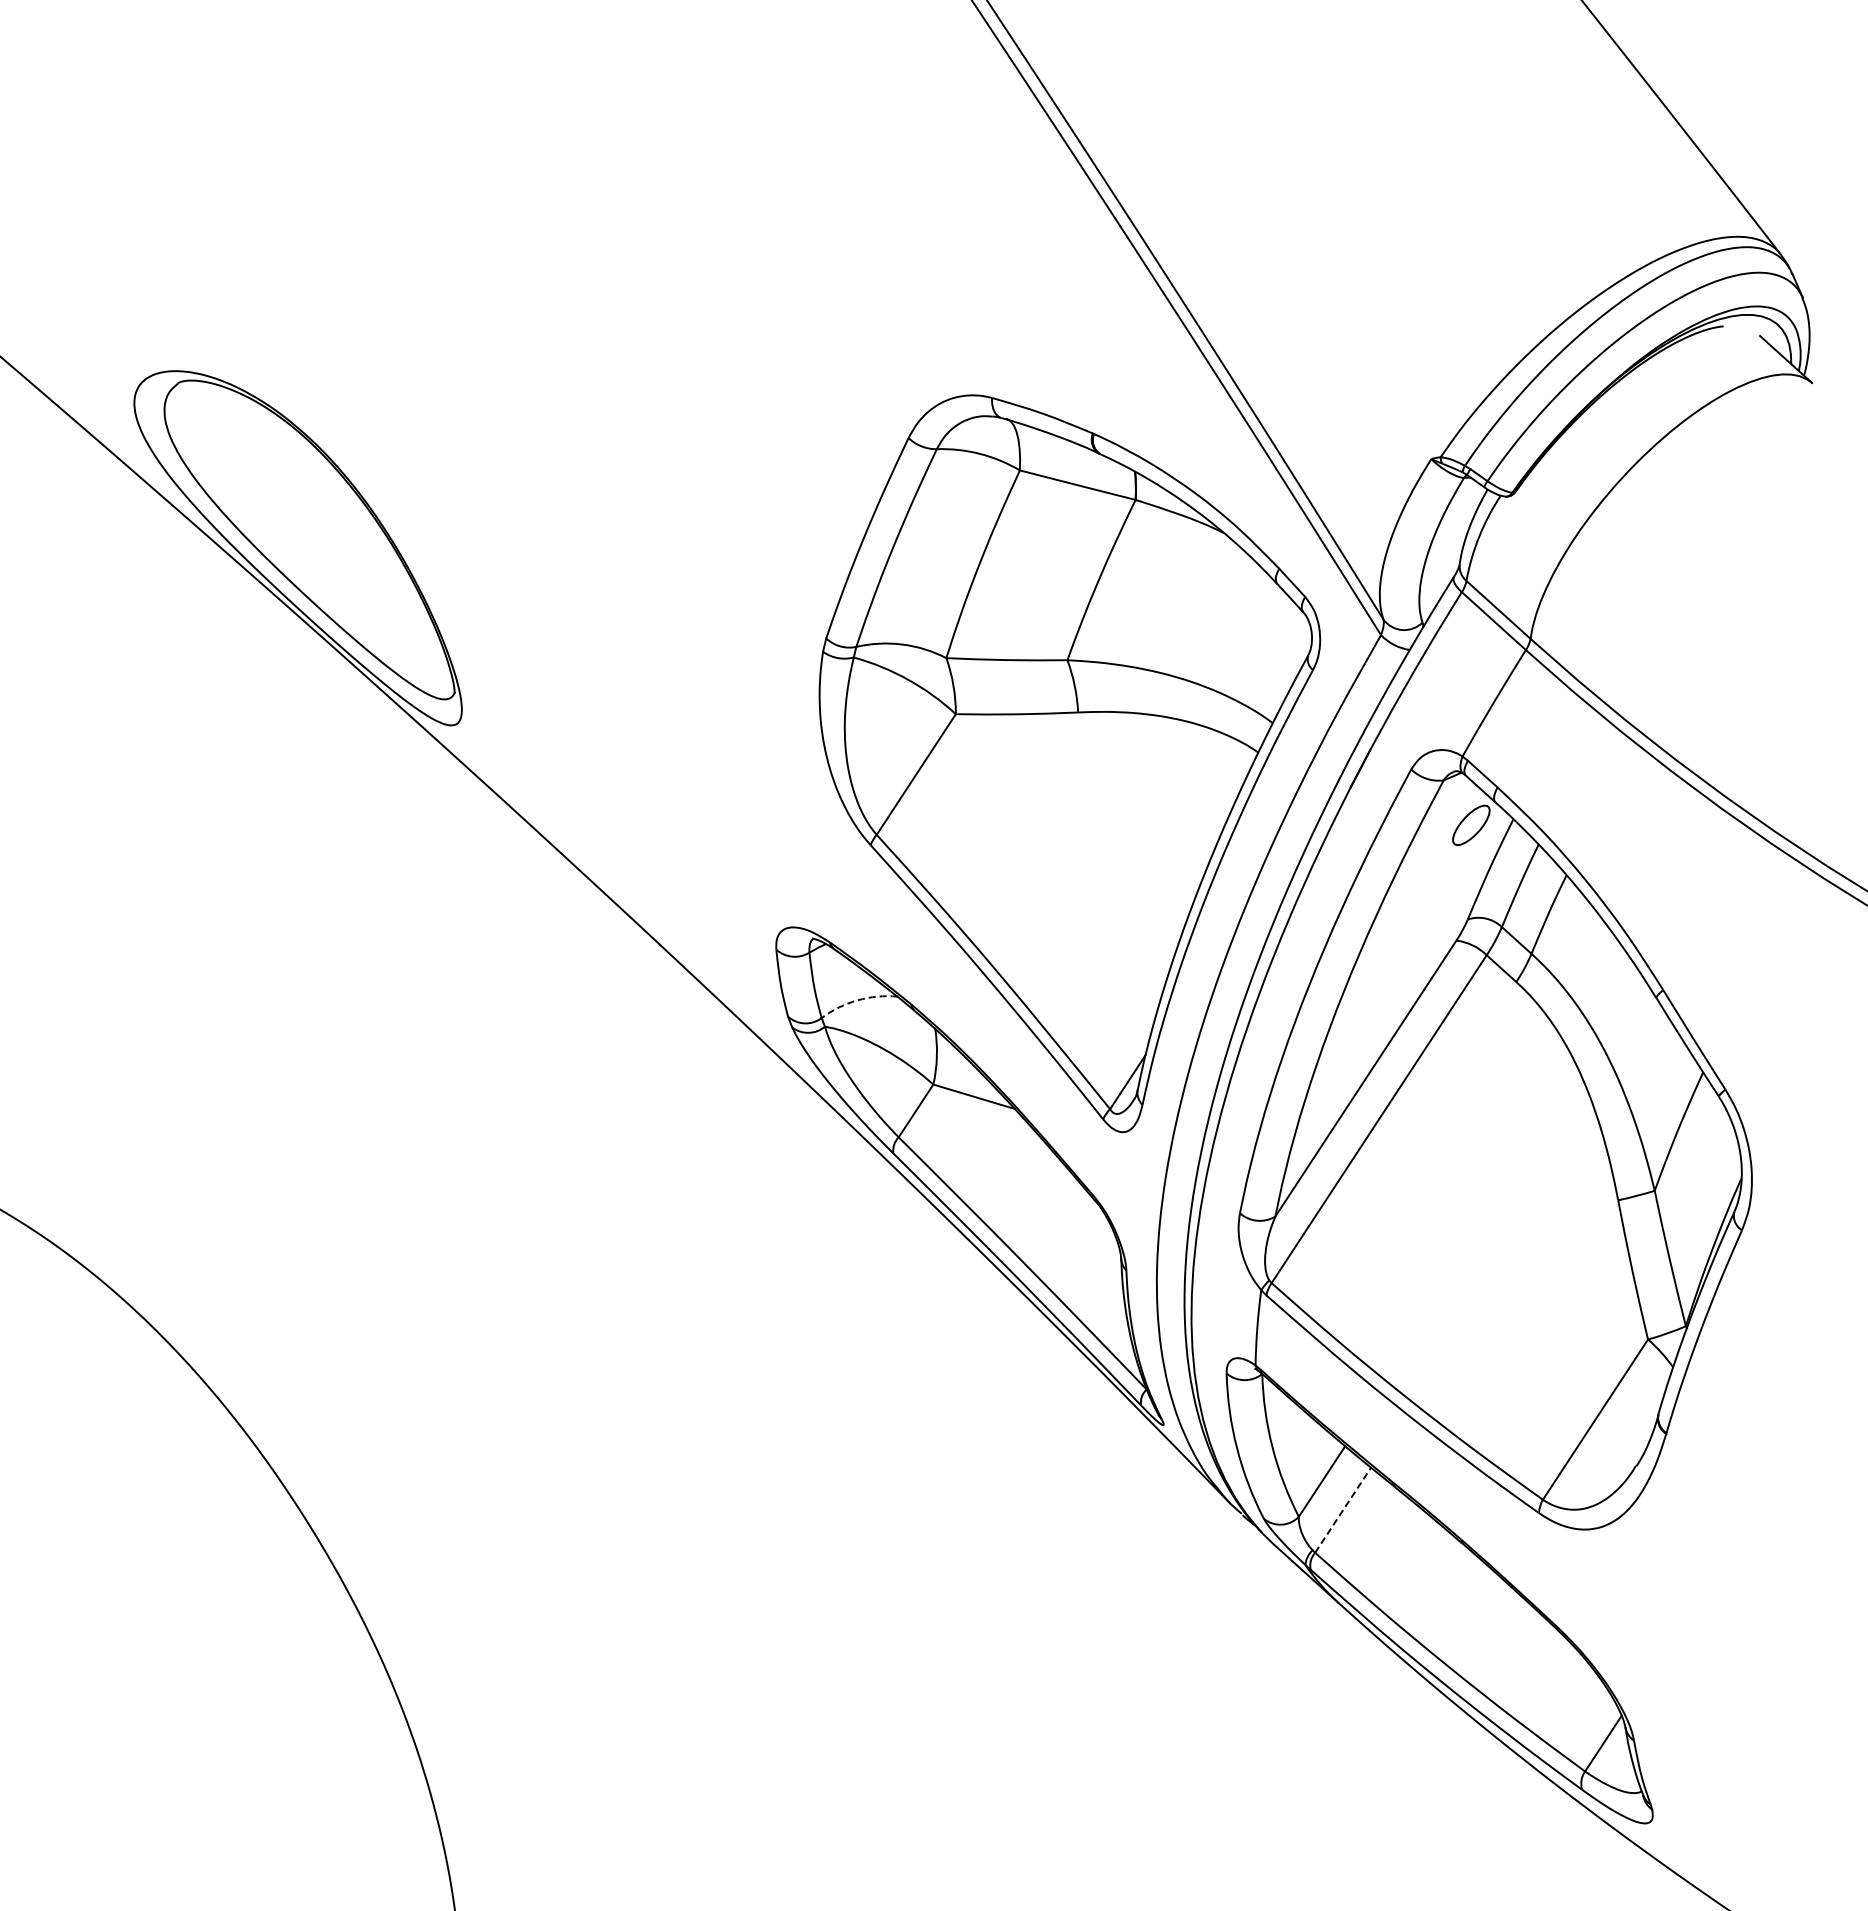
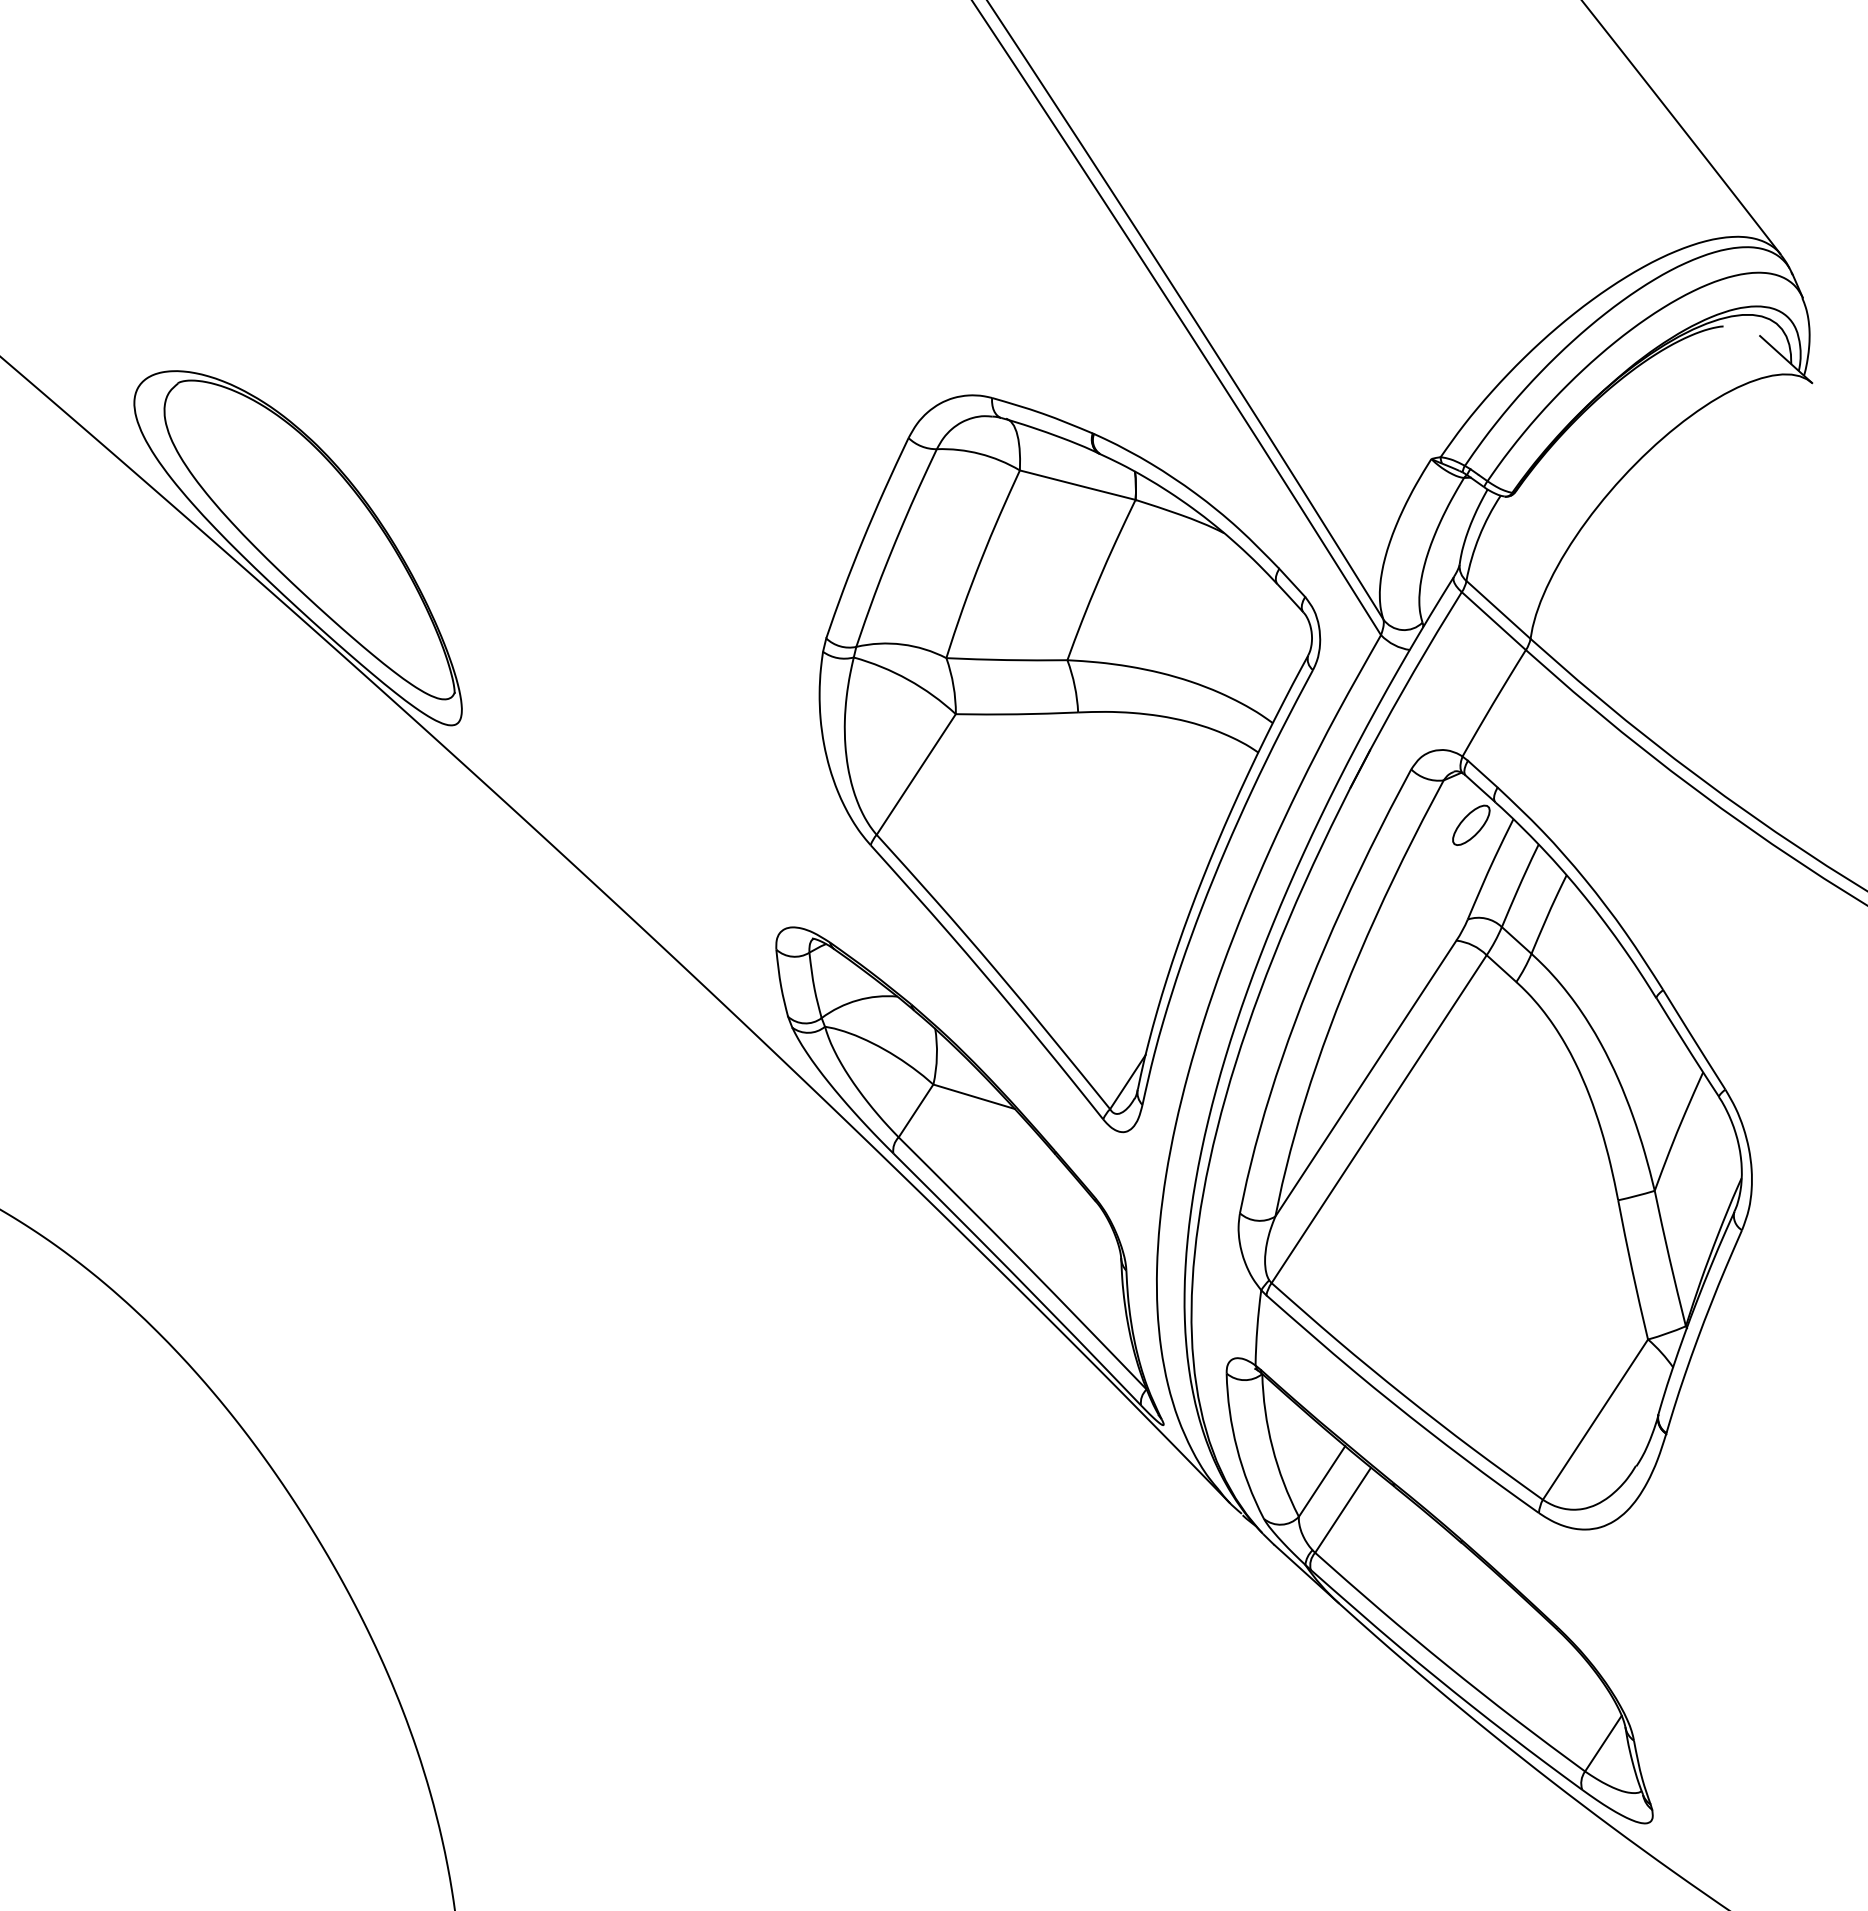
arc at (857, 1000): dashed -> solid
line at (1343, 1510): dashed -> solid
